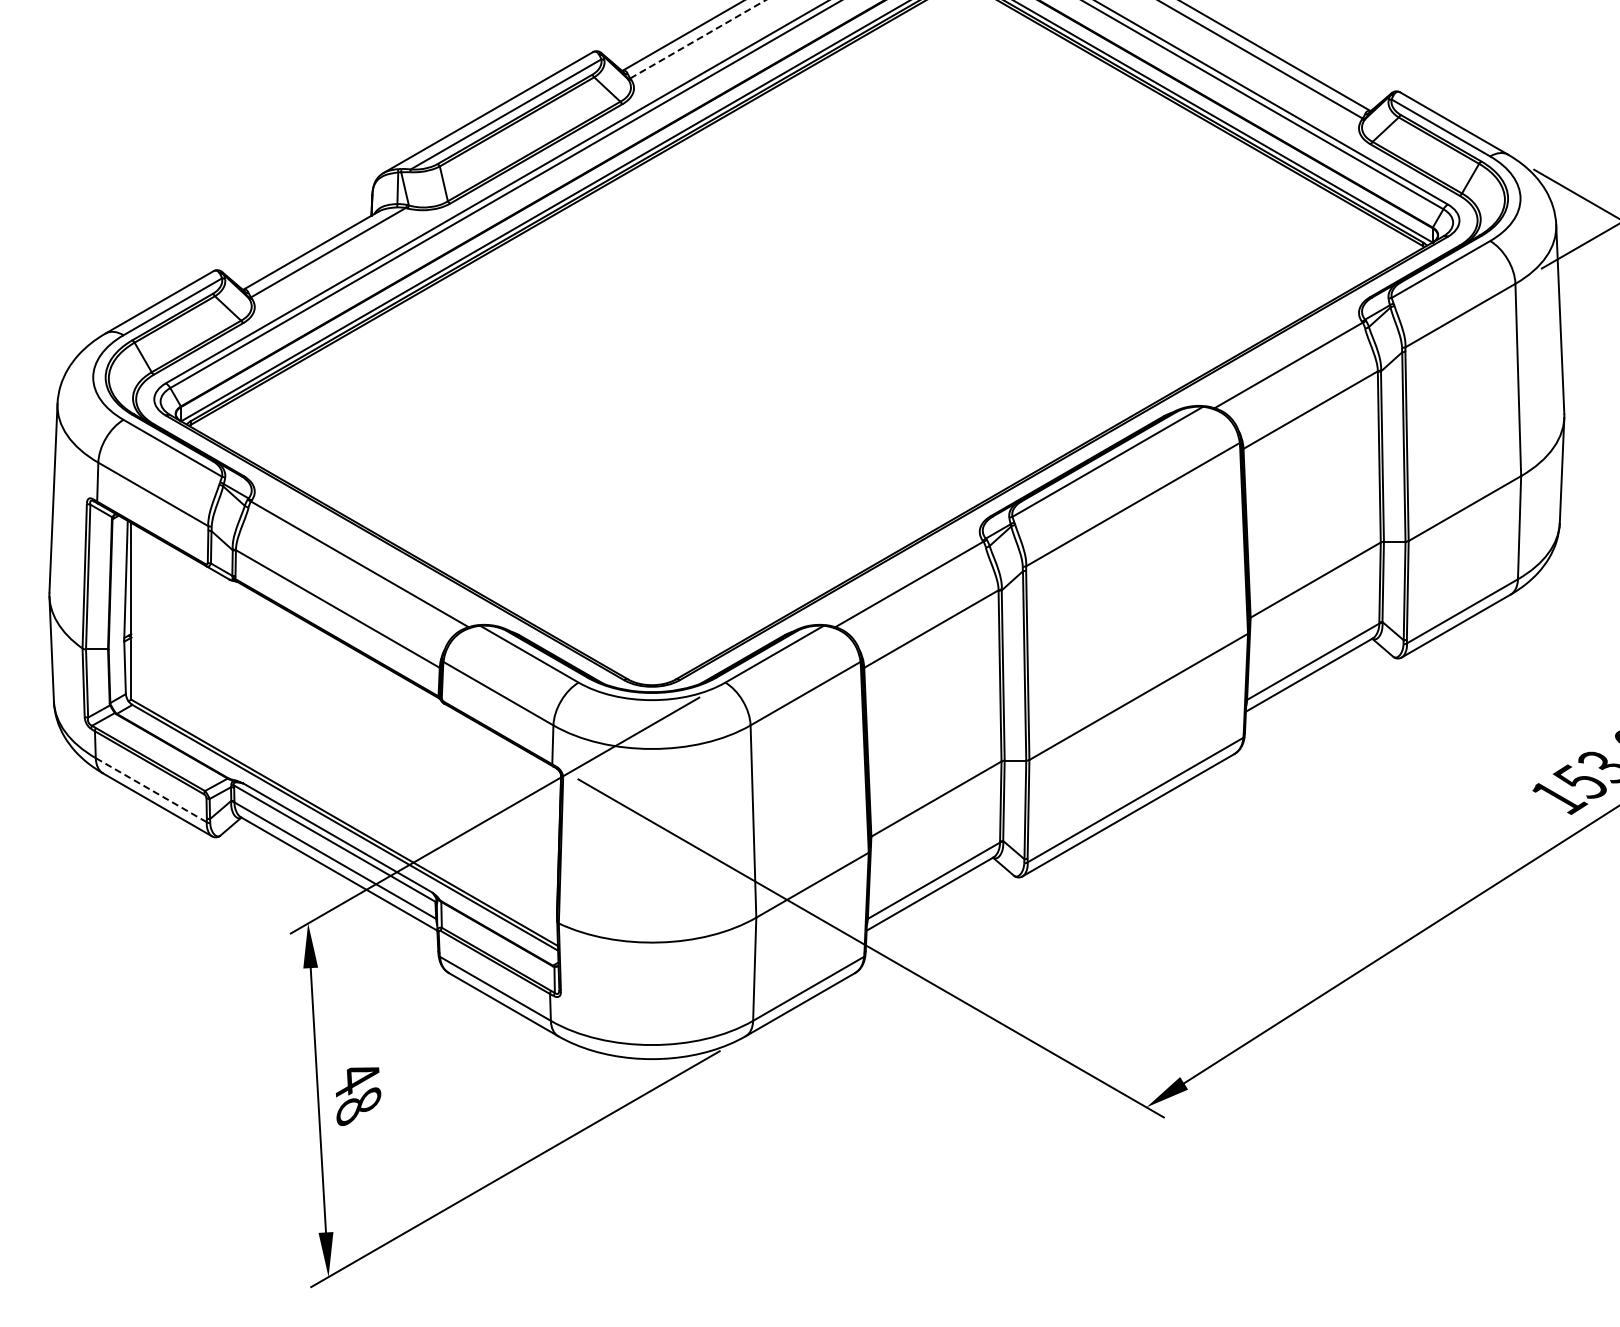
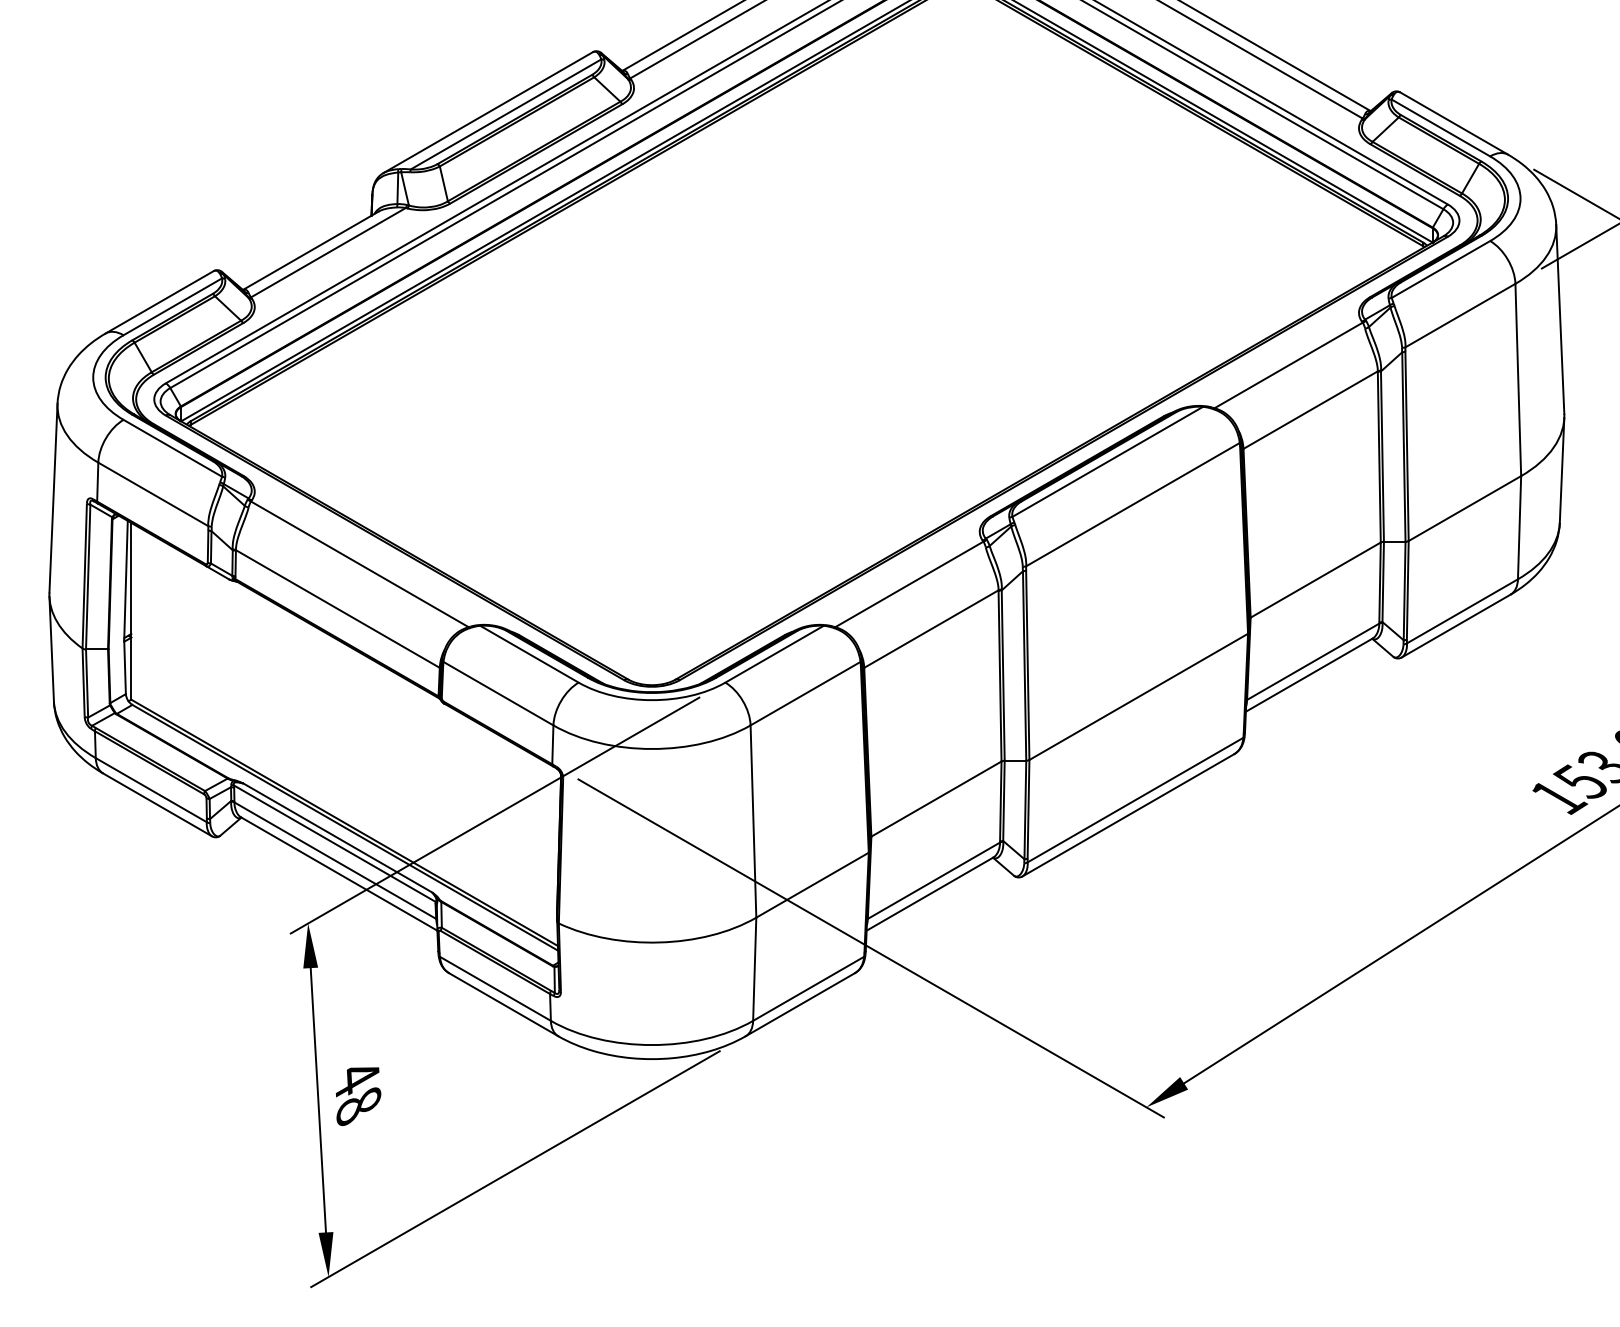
line at (698, 39): dashed -> solid
line at (150, 789): dashed -> solid
